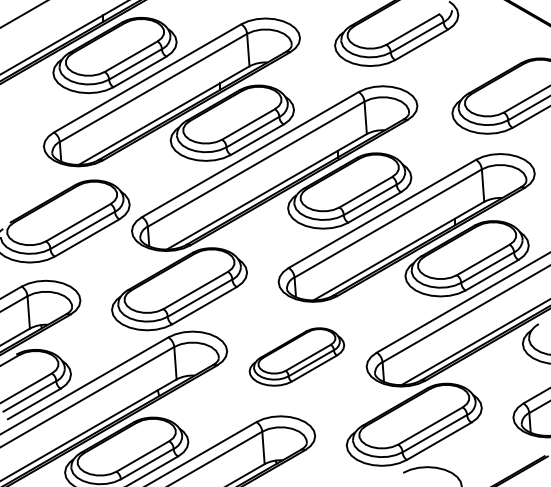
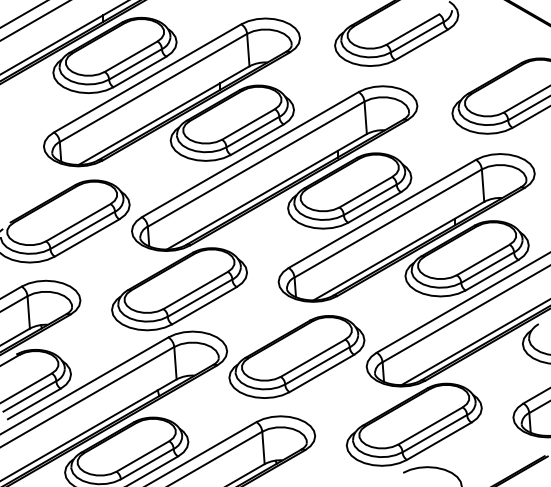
line at (34, 20): none -> present
part at (296, 356) size: 98x60 px -> 138x84 px
